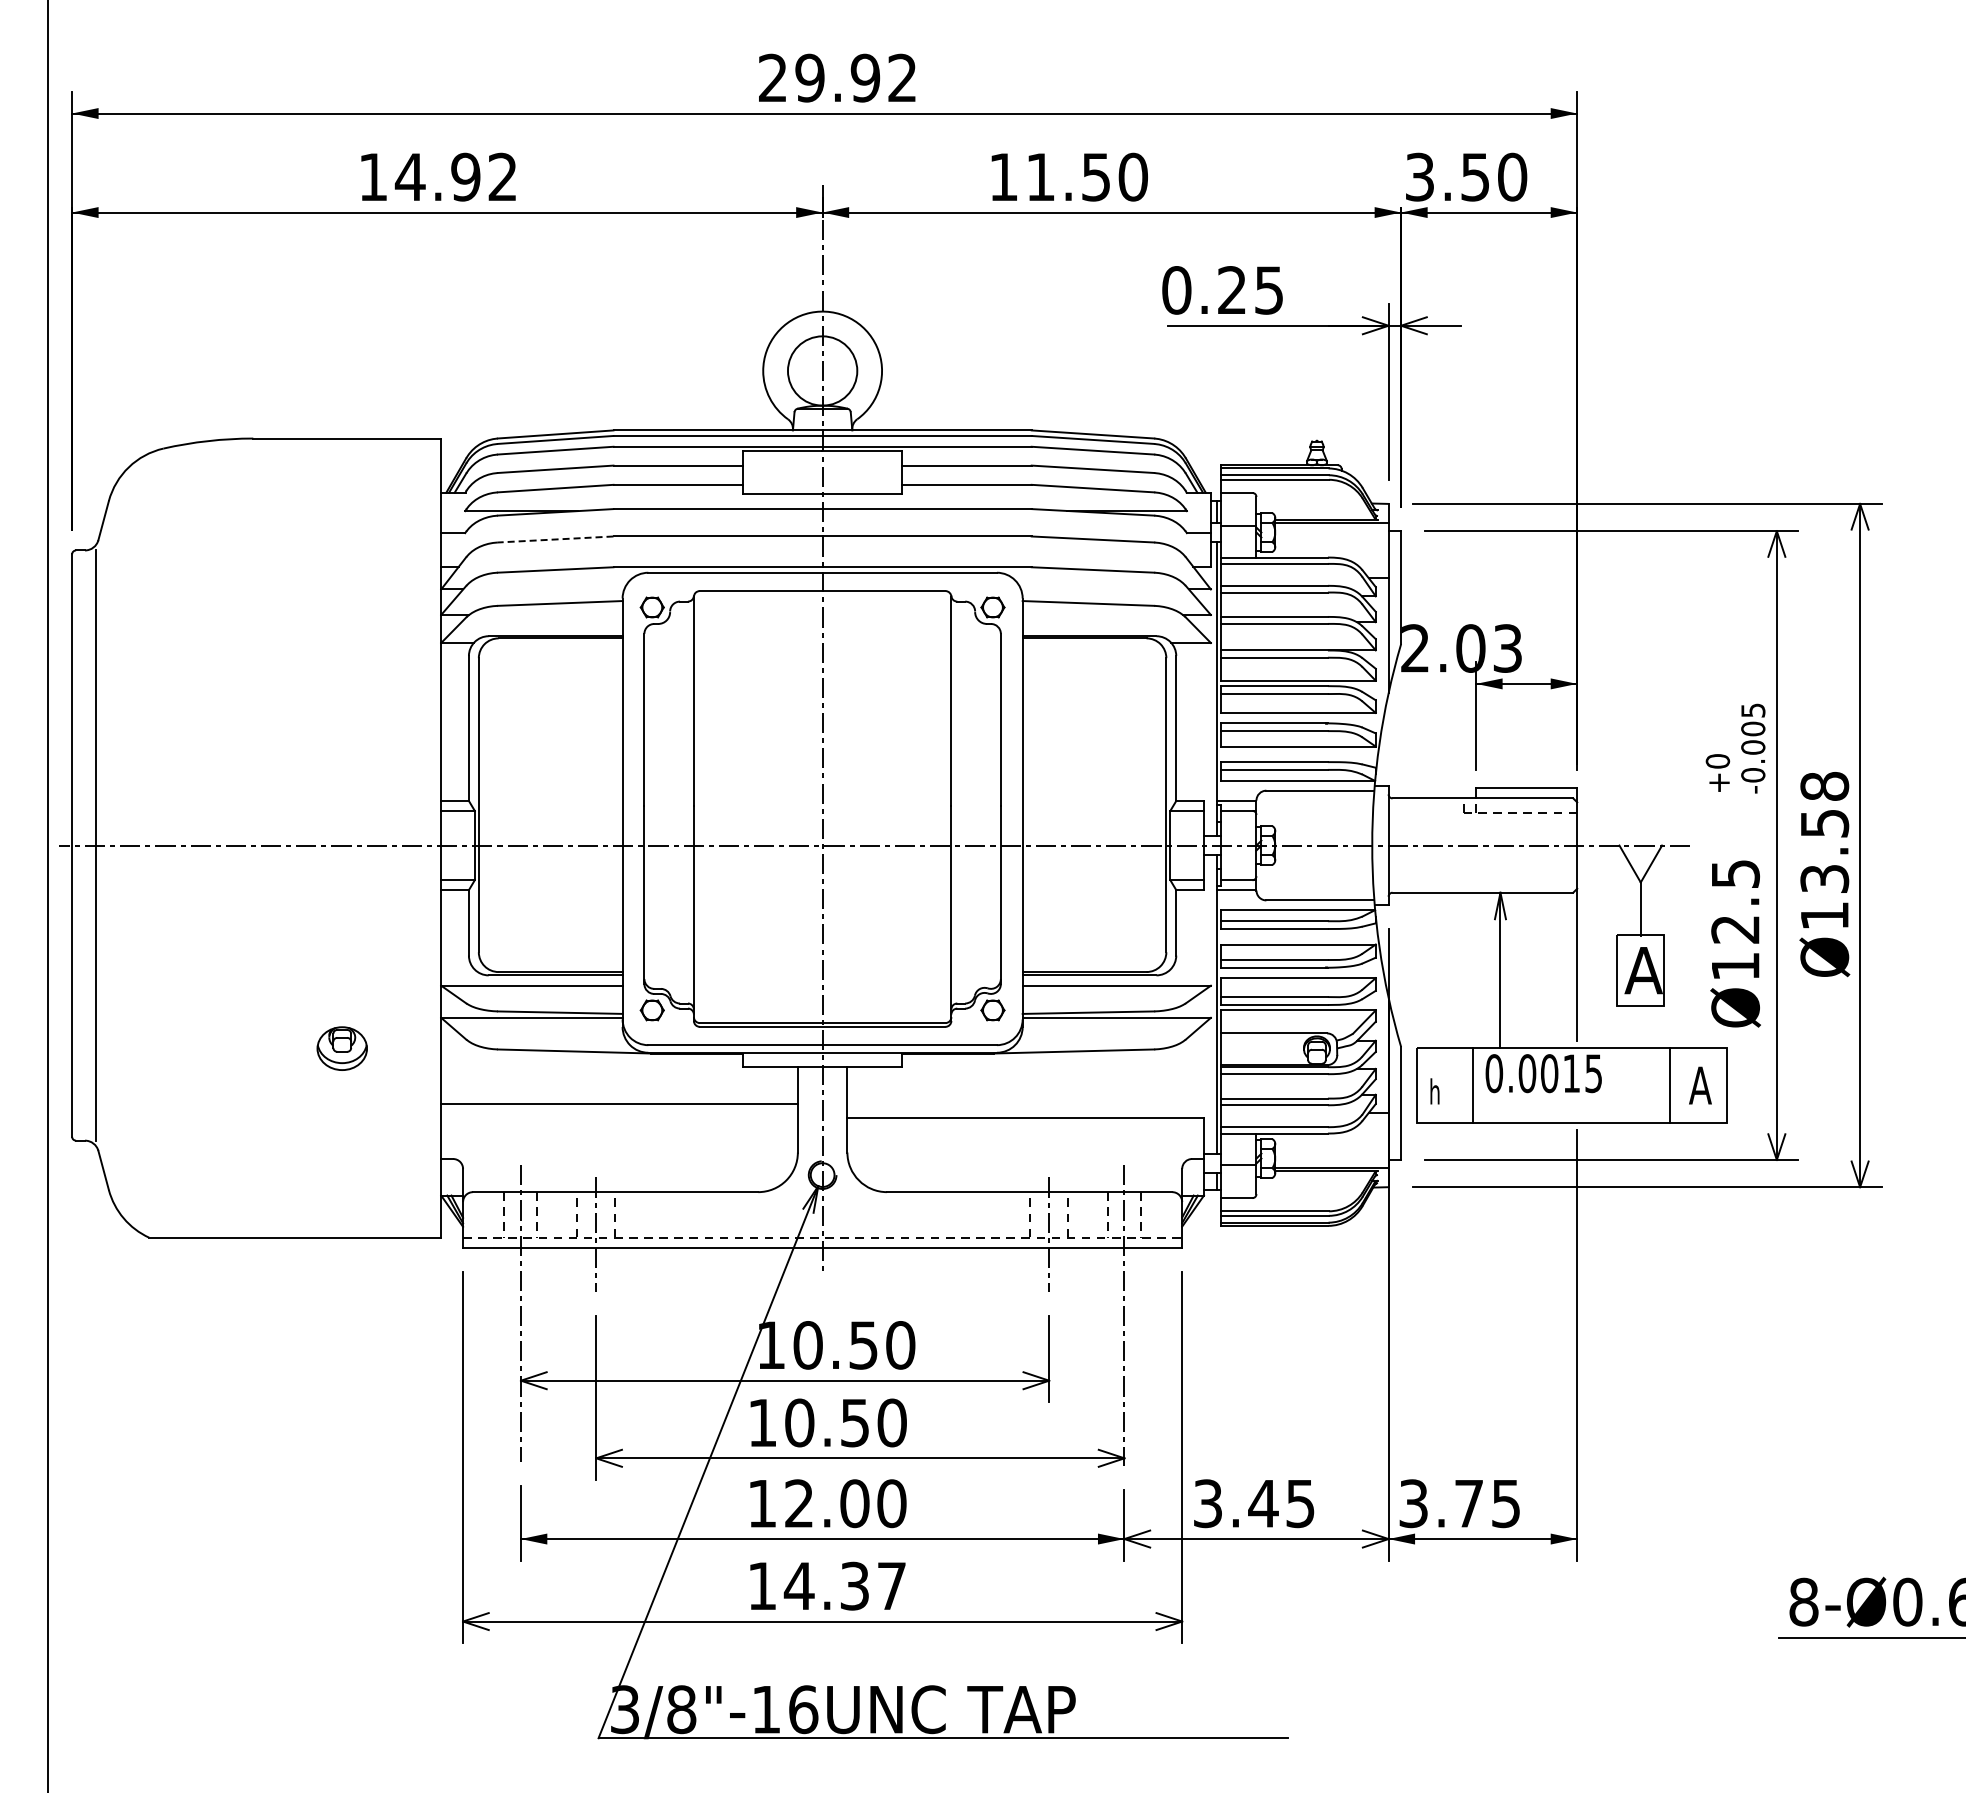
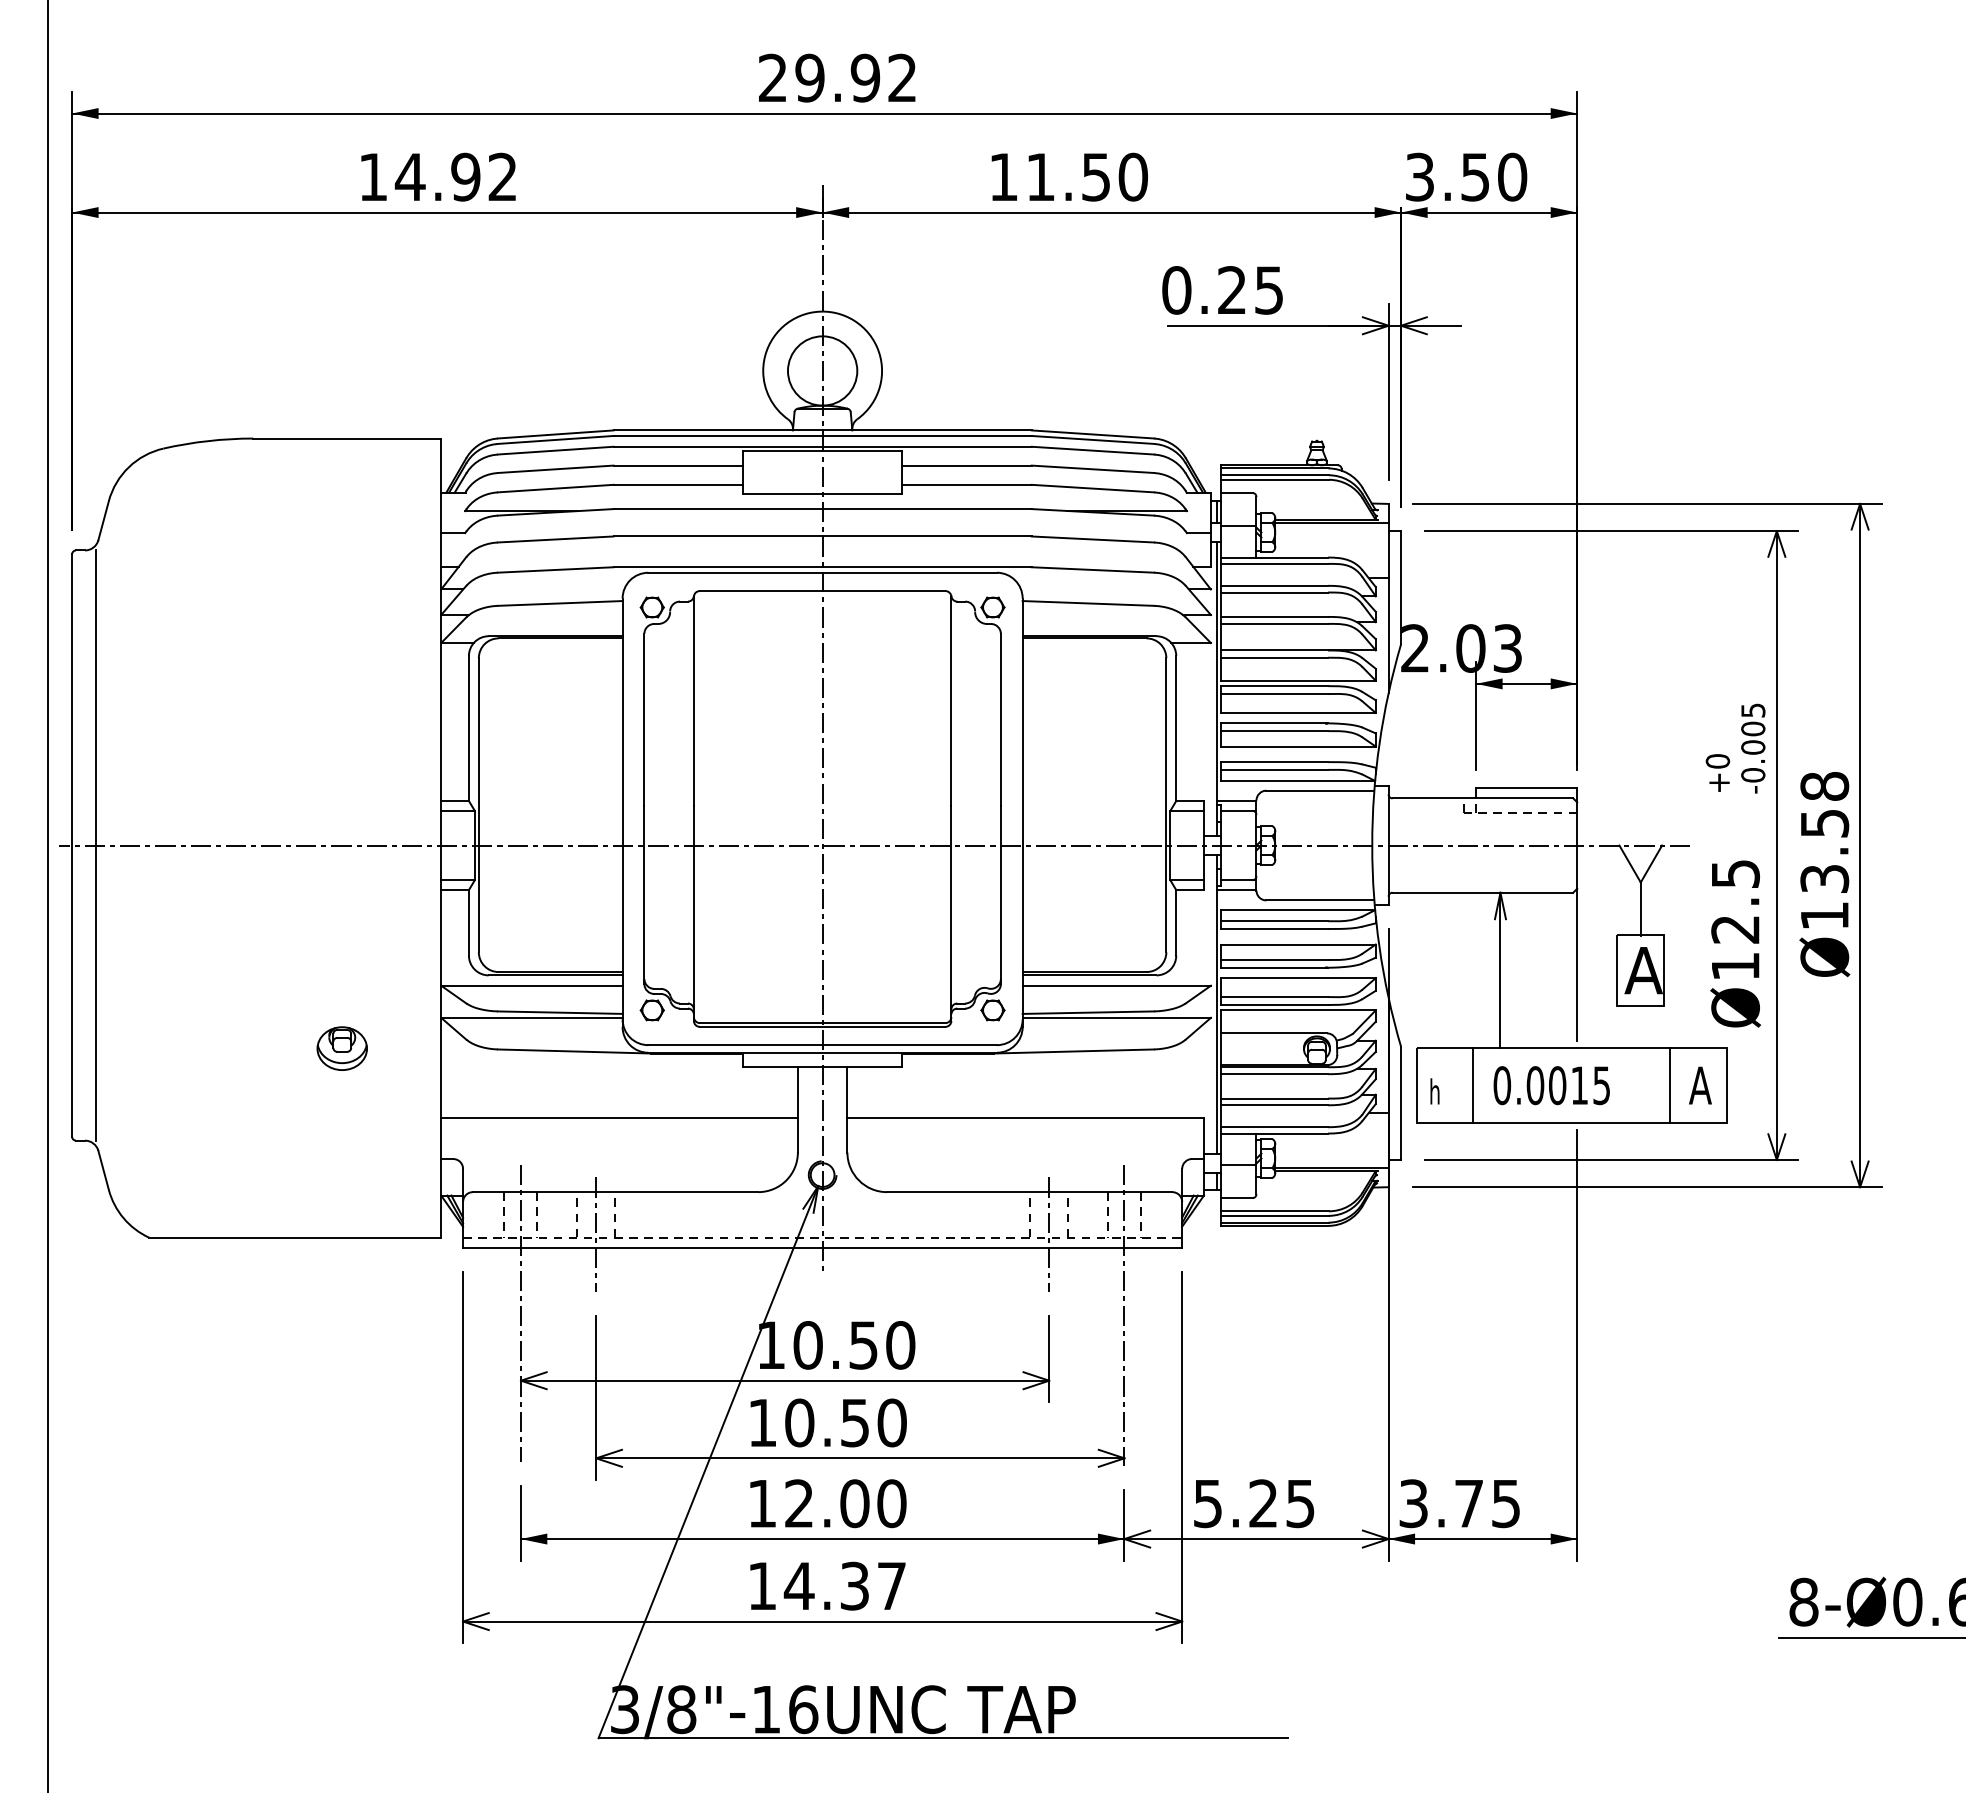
line at (555, 539): dashed -> solid
text at (1543, 1073) position: (1543, 1073) -> (1551, 1085)
line at (619, 1104) position: (619, 1104) -> (619, 1118)
text at (1236, 1503): 3.45 -> 5.25
